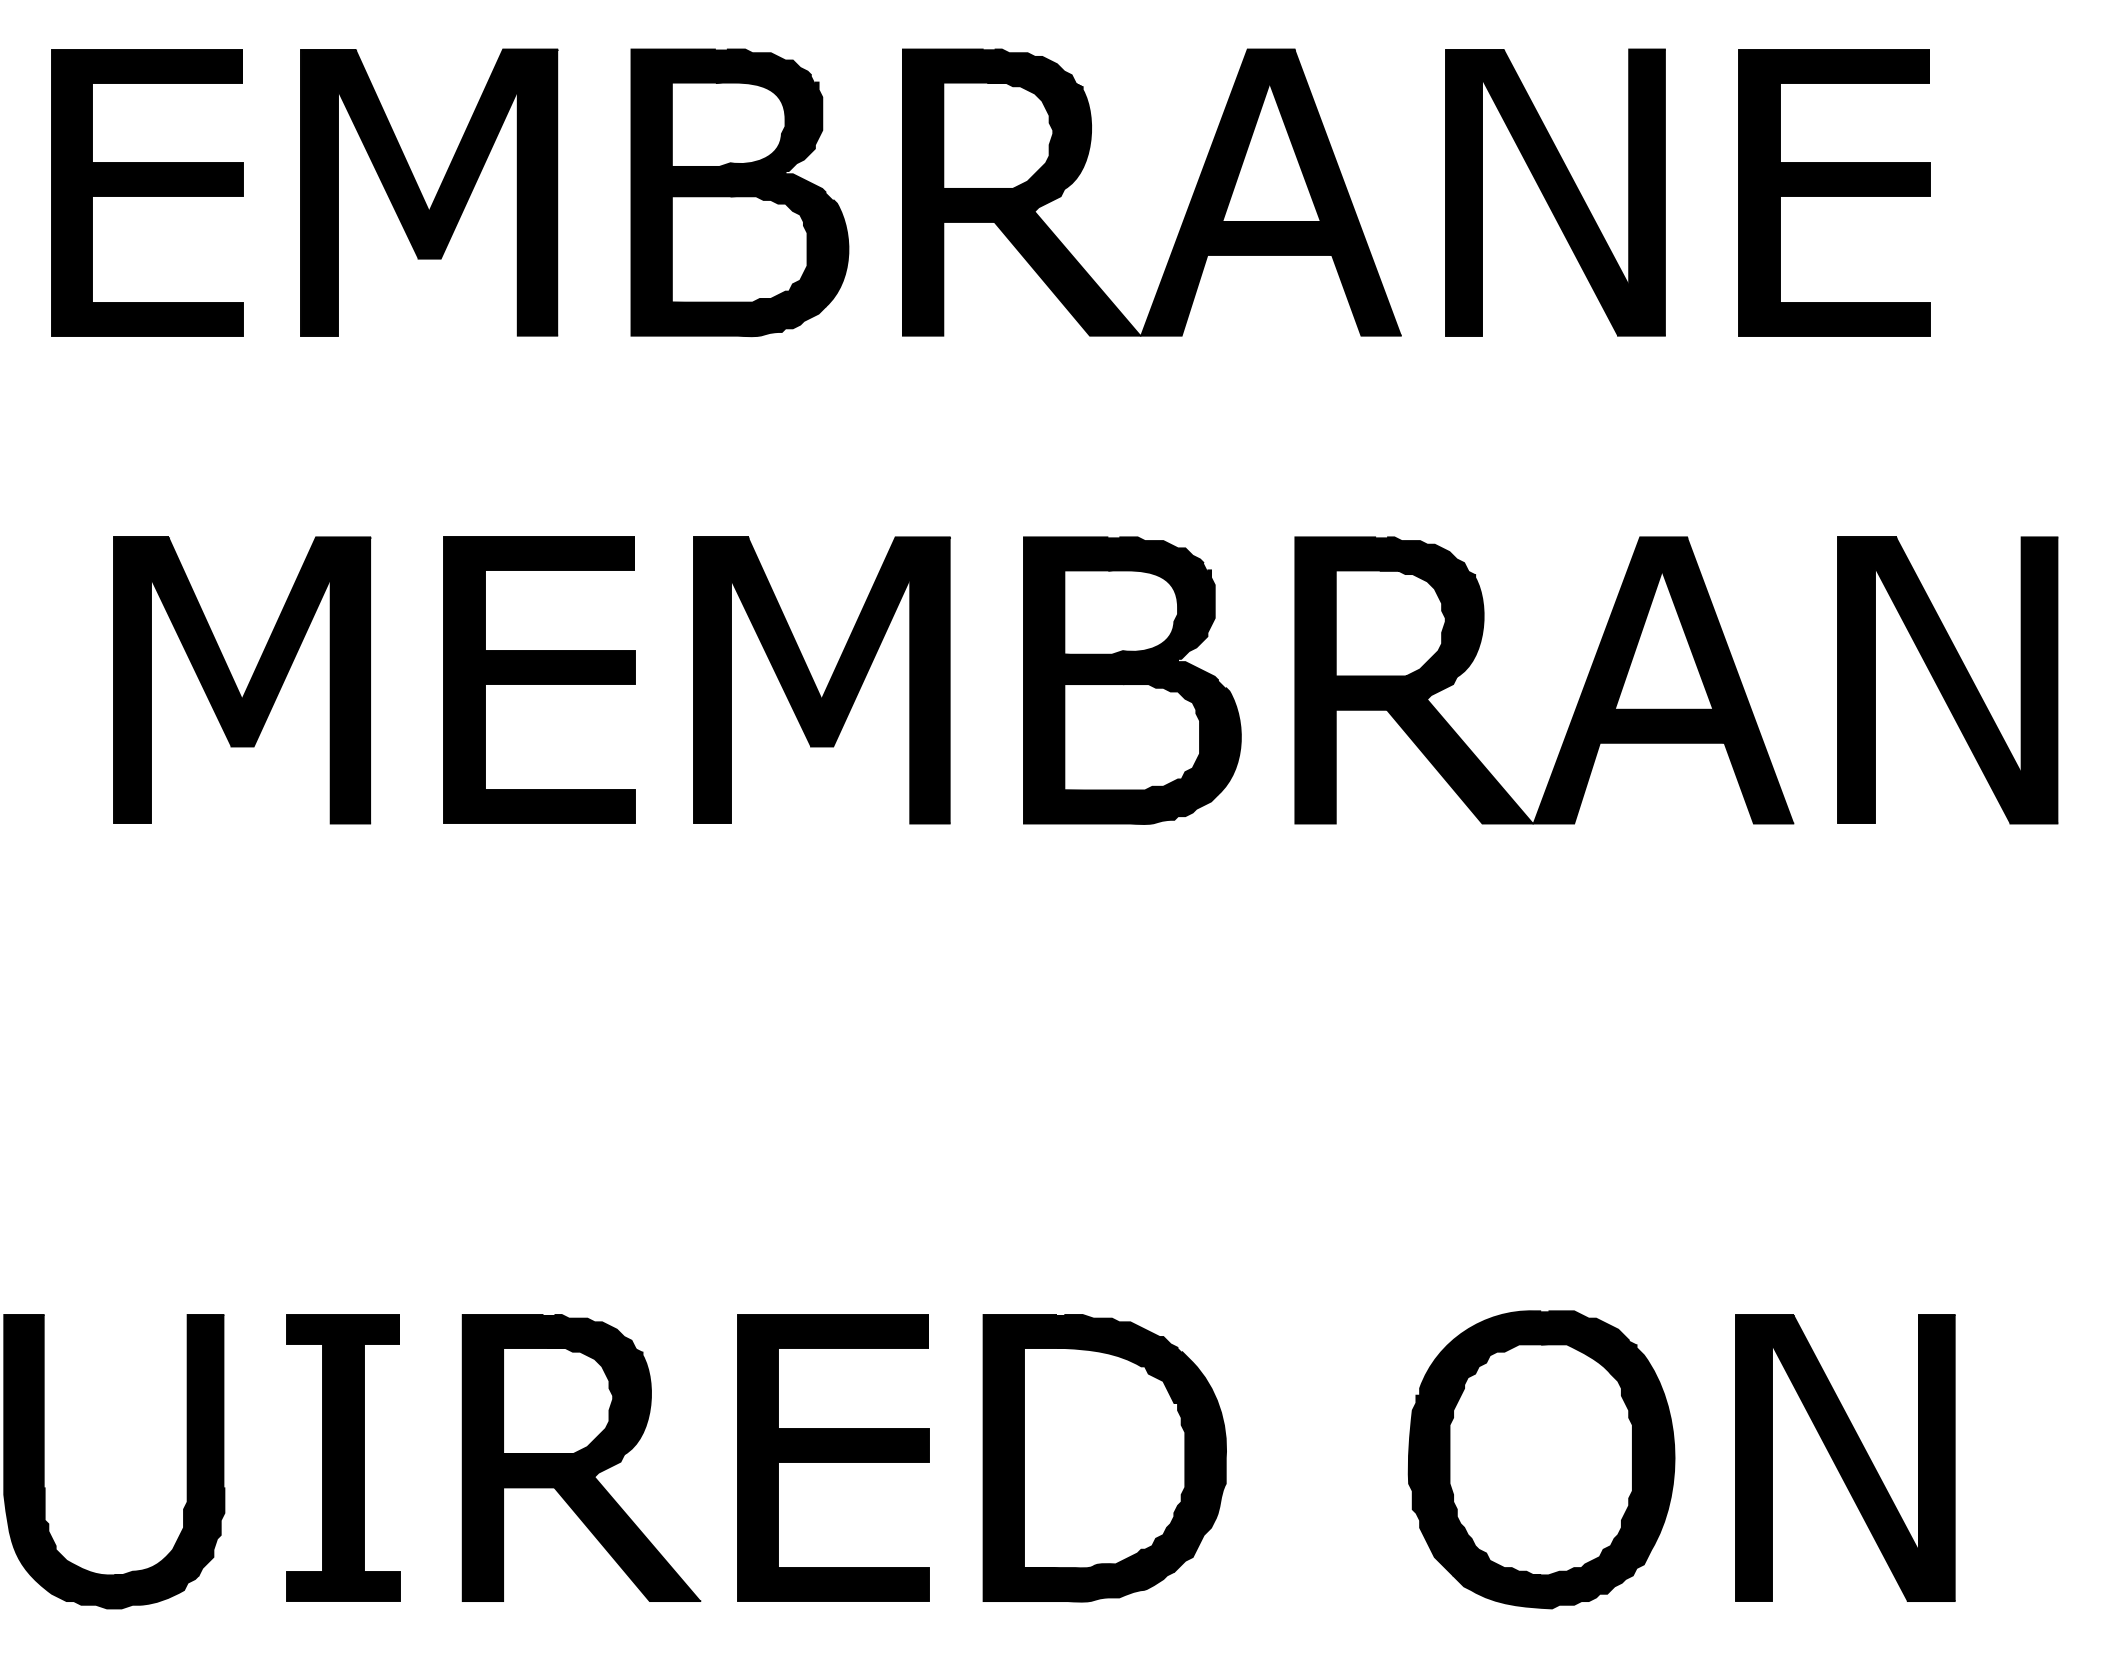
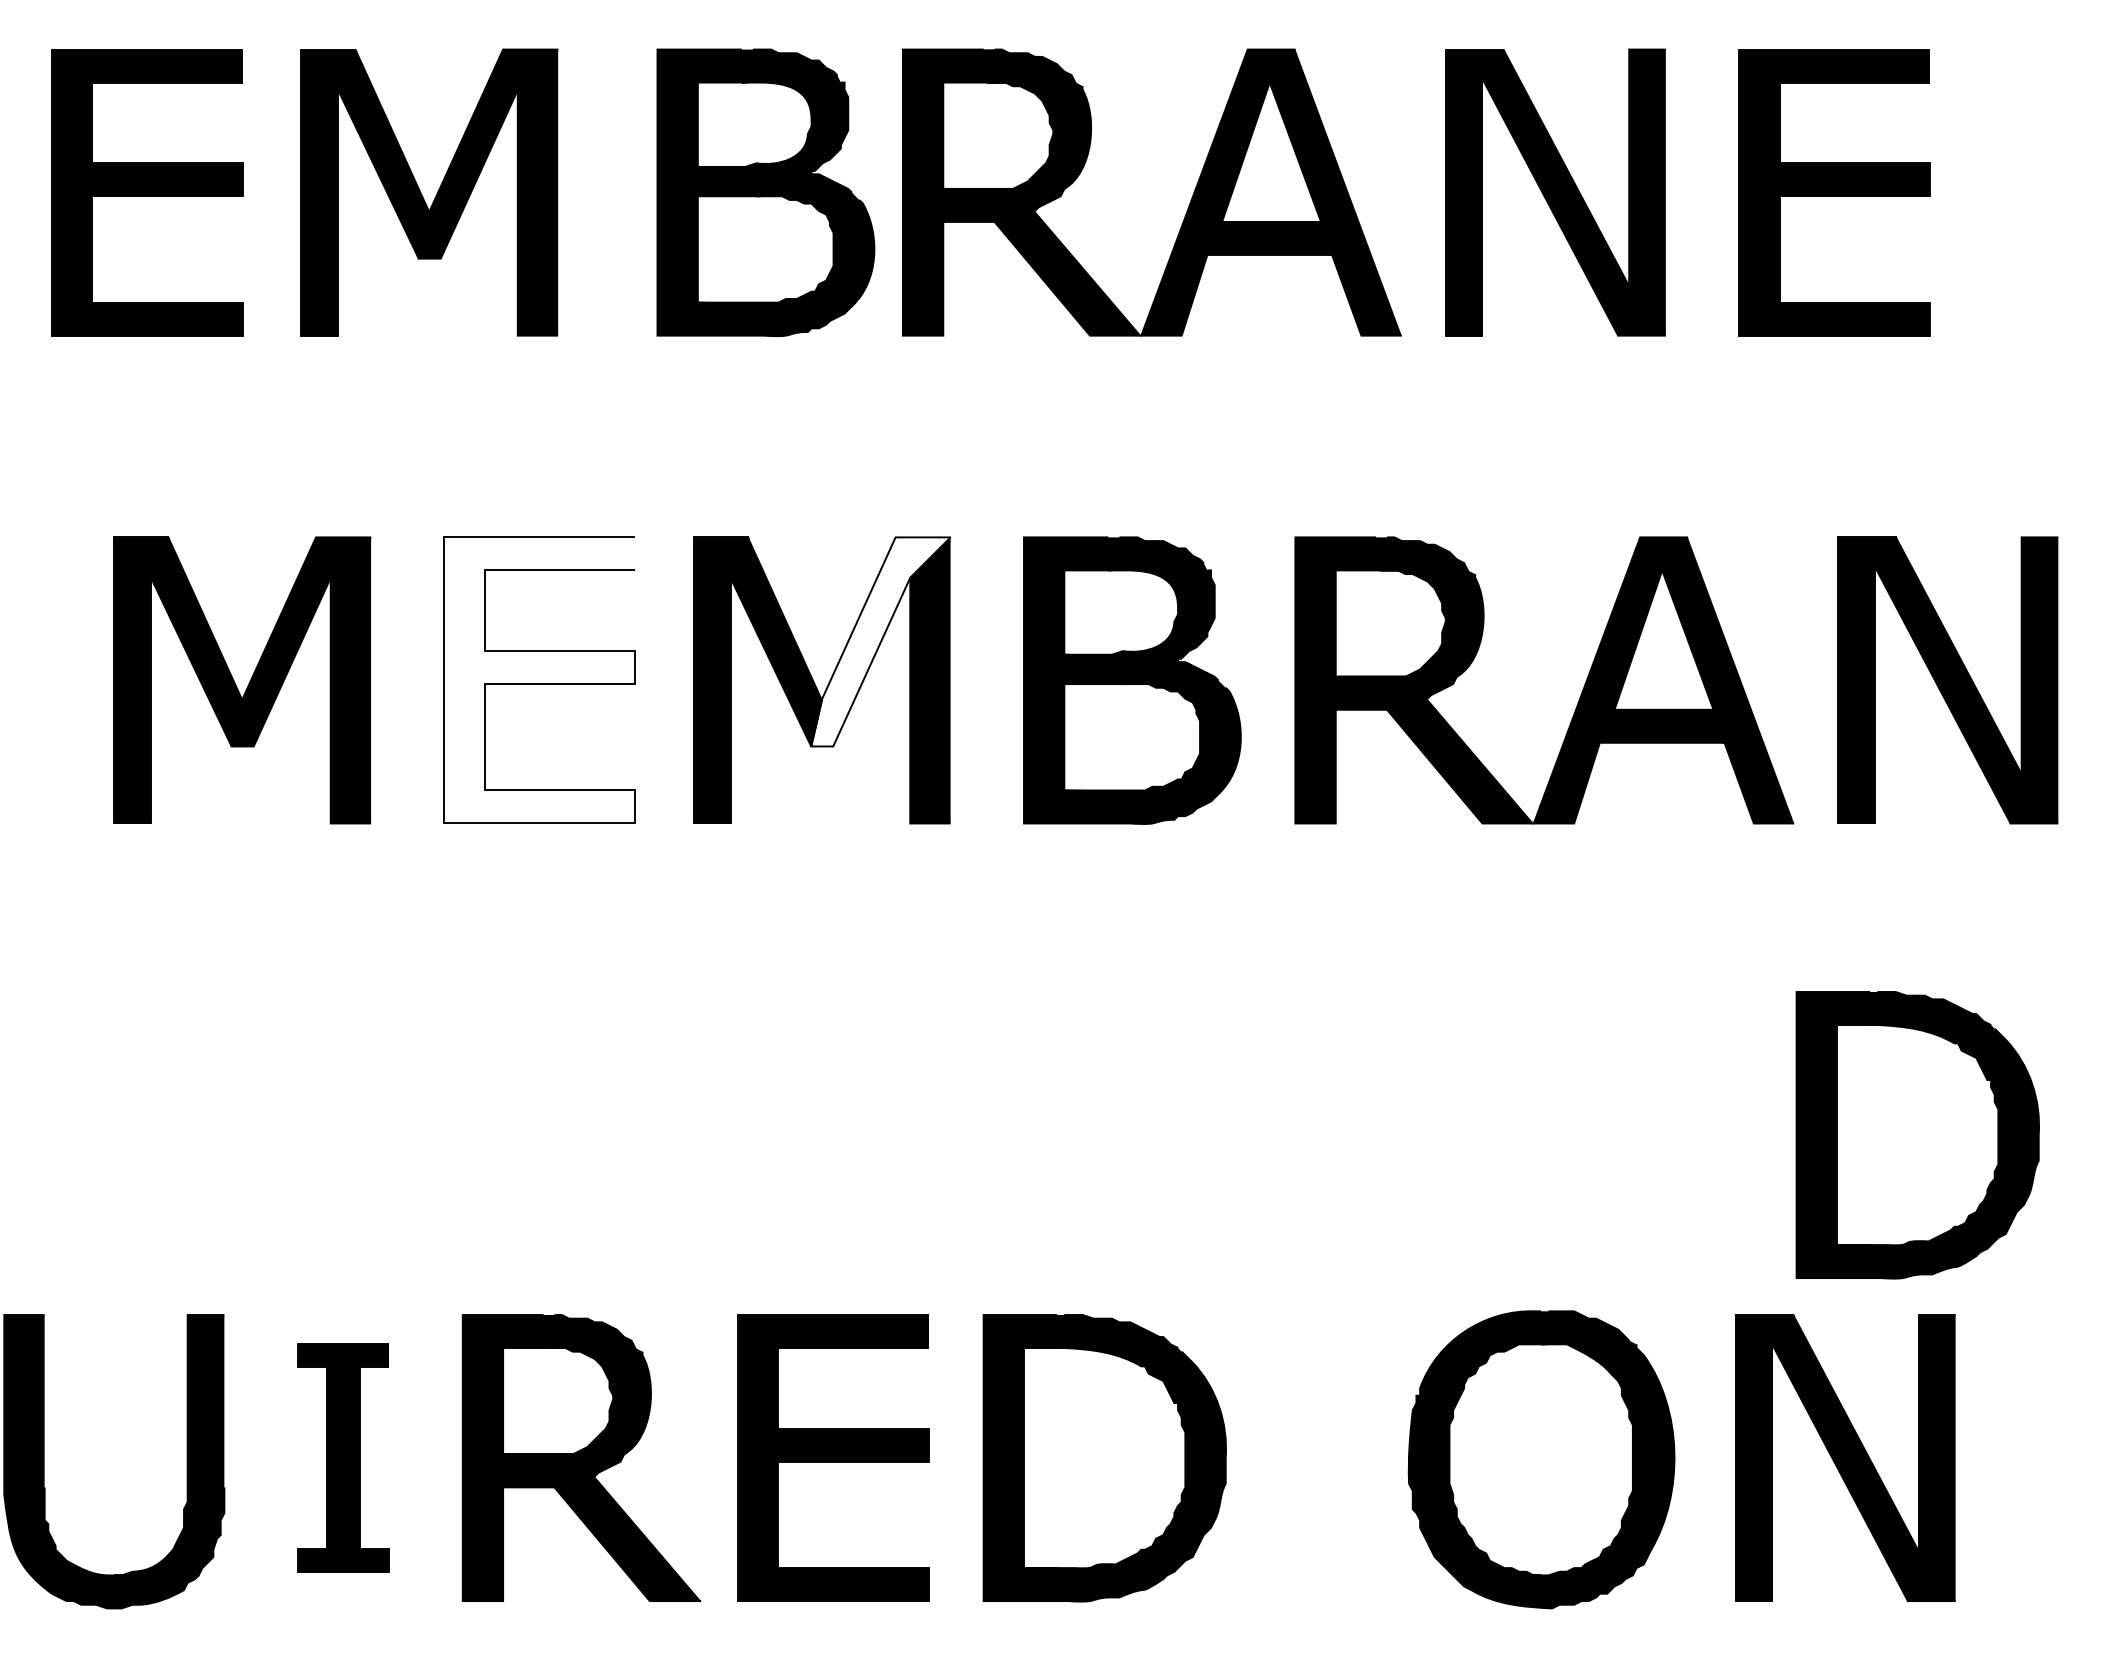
part at (739, 192) position: (739, 192) -> (765, 192)
fill at (880, 641): present -> none
fill at (539, 680): present -> none
part at (1917, 1135): none -> present
part at (343, 1457) size: 115x288 px -> 93x230 px
